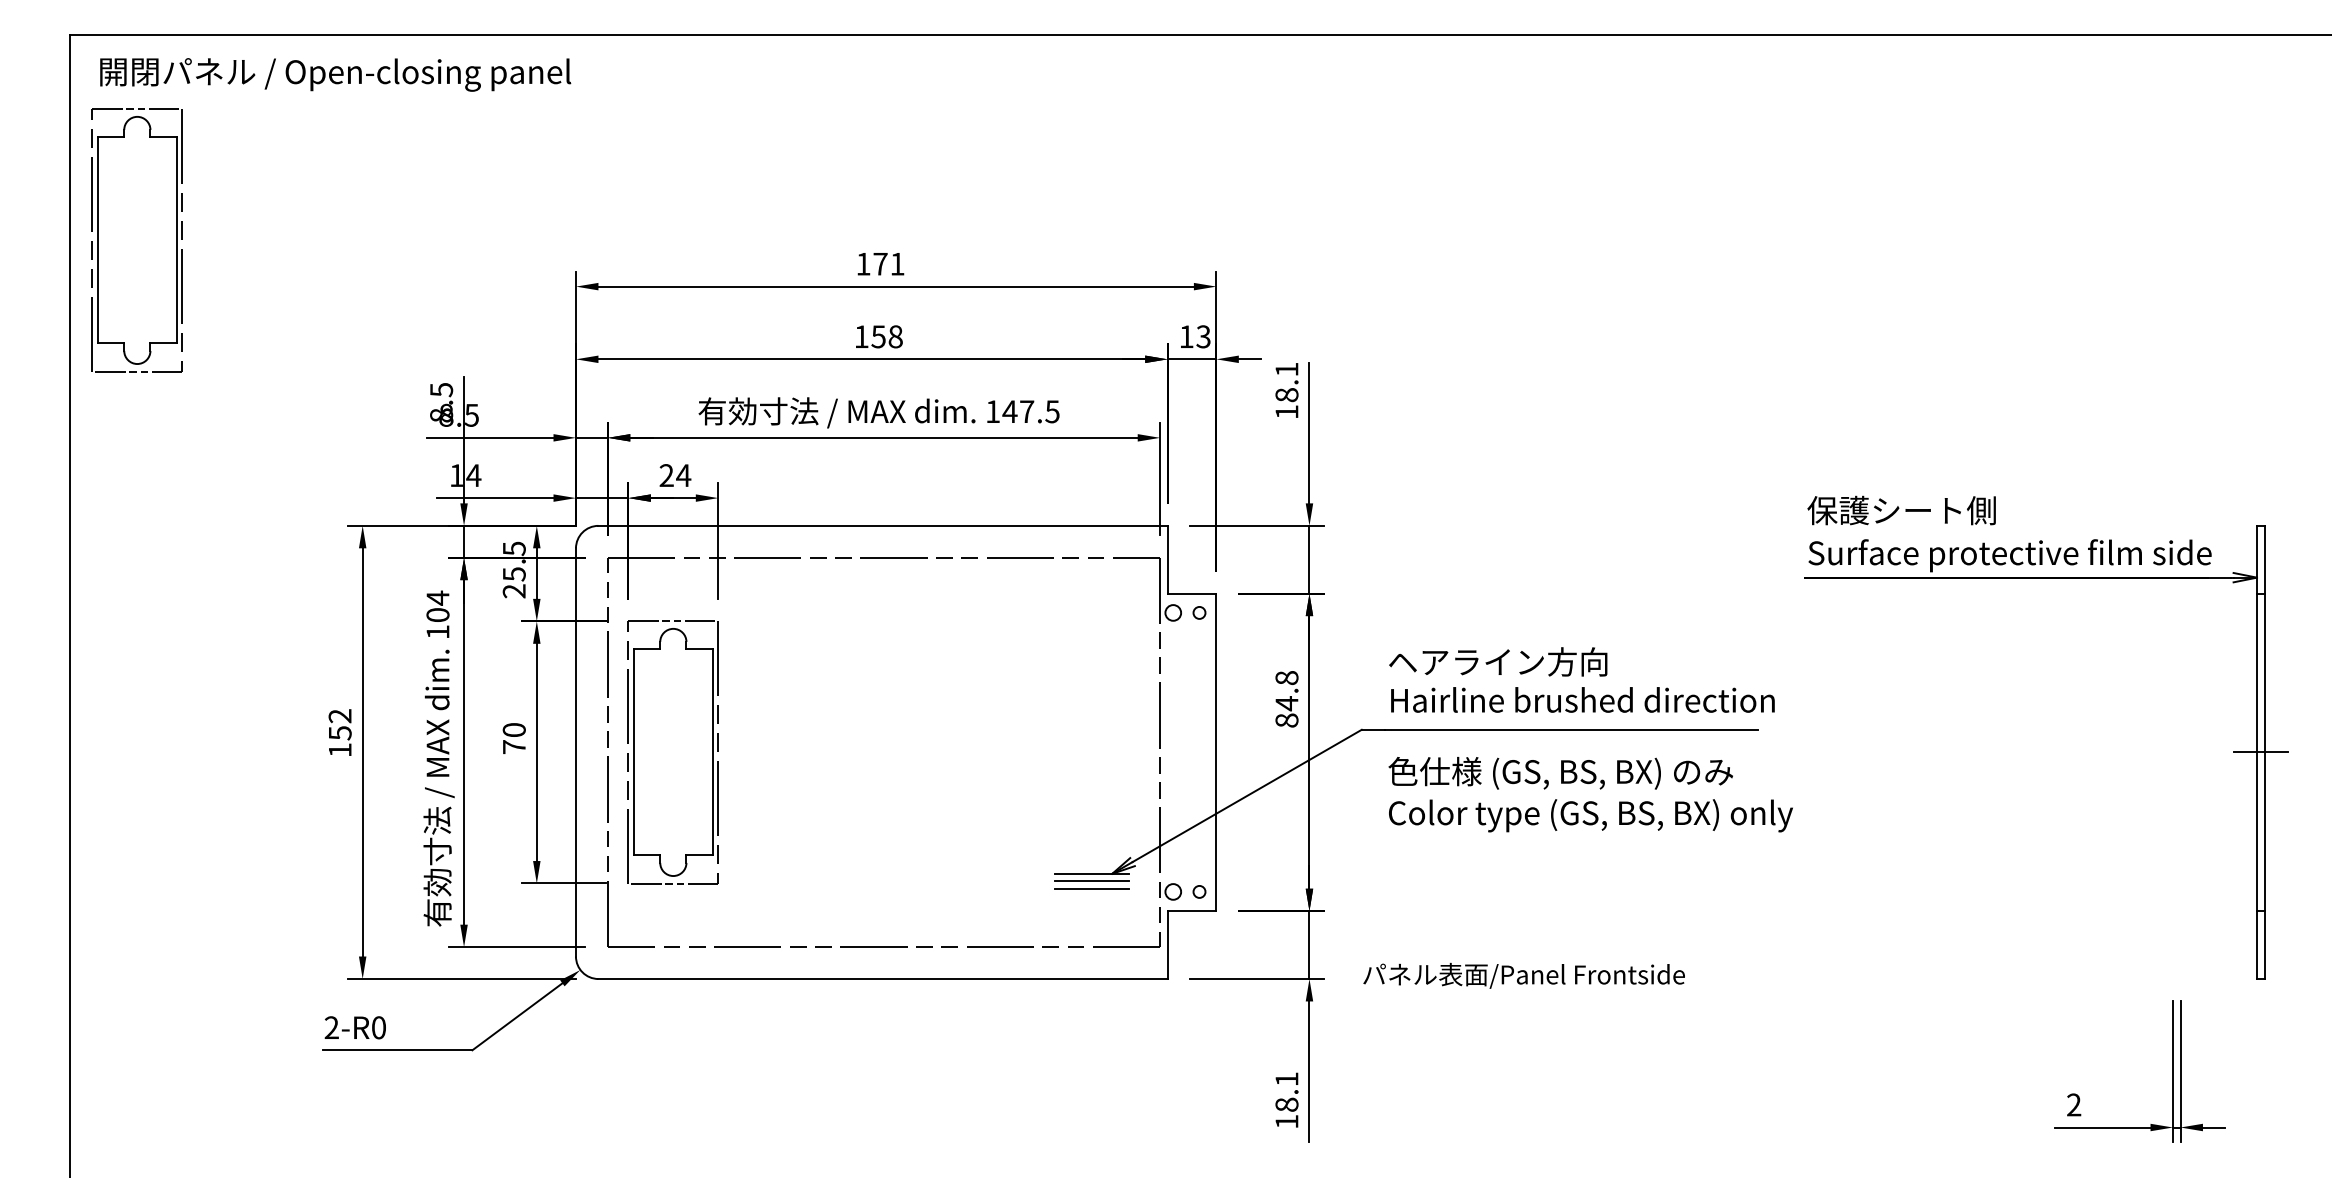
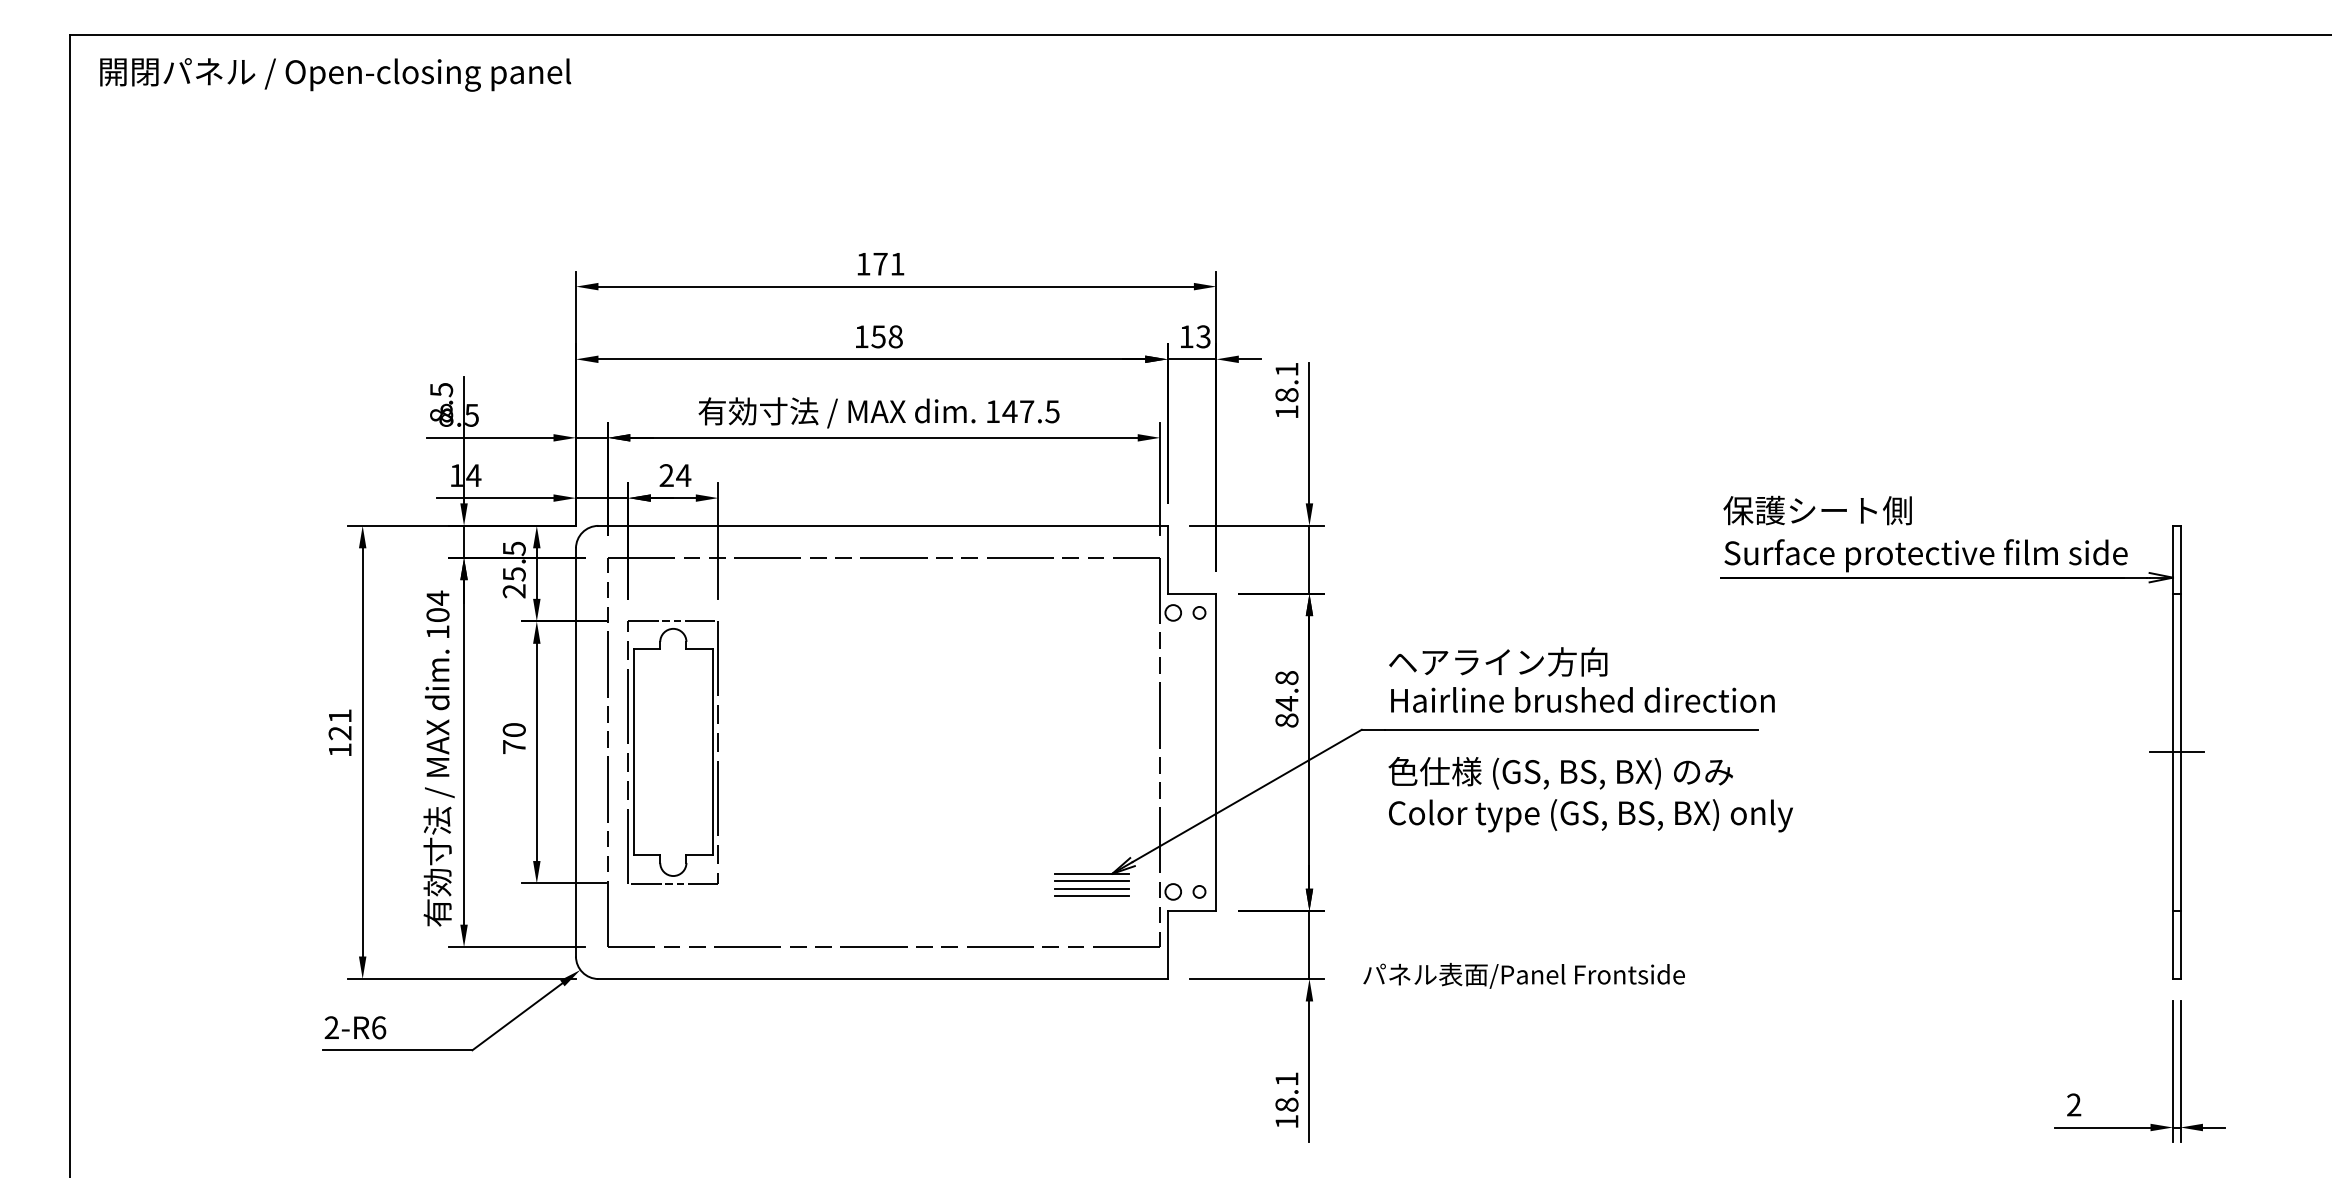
part at (136, 240): present -> none
part at (2046, 578) position: (2046, 578) -> (1962, 578)
text at (339, 724): 152 -> 121
line at (1091, 896): none -> present
text at (379, 1027): 2-R0 -> 2-R6
